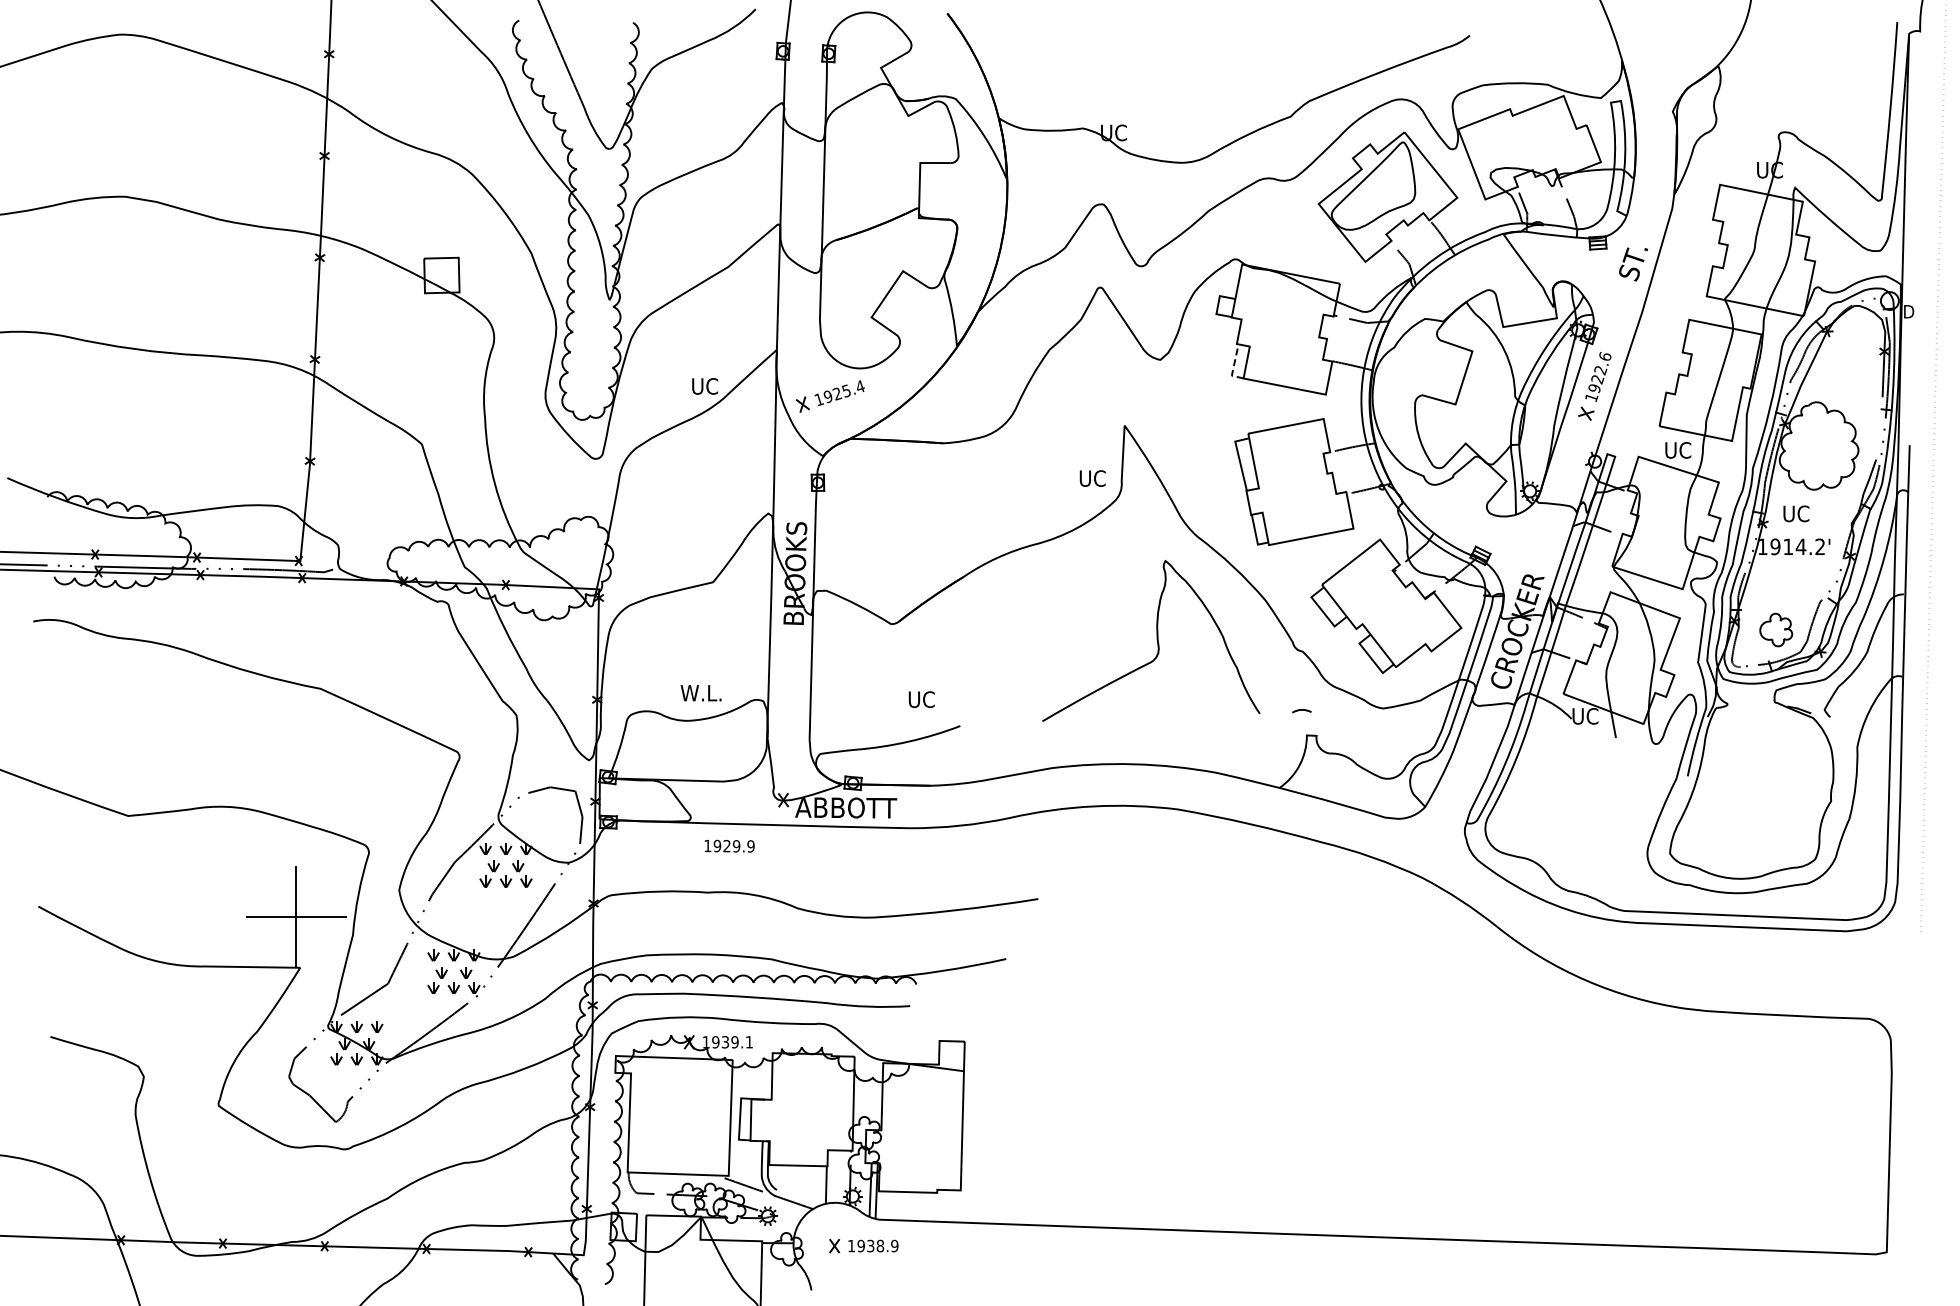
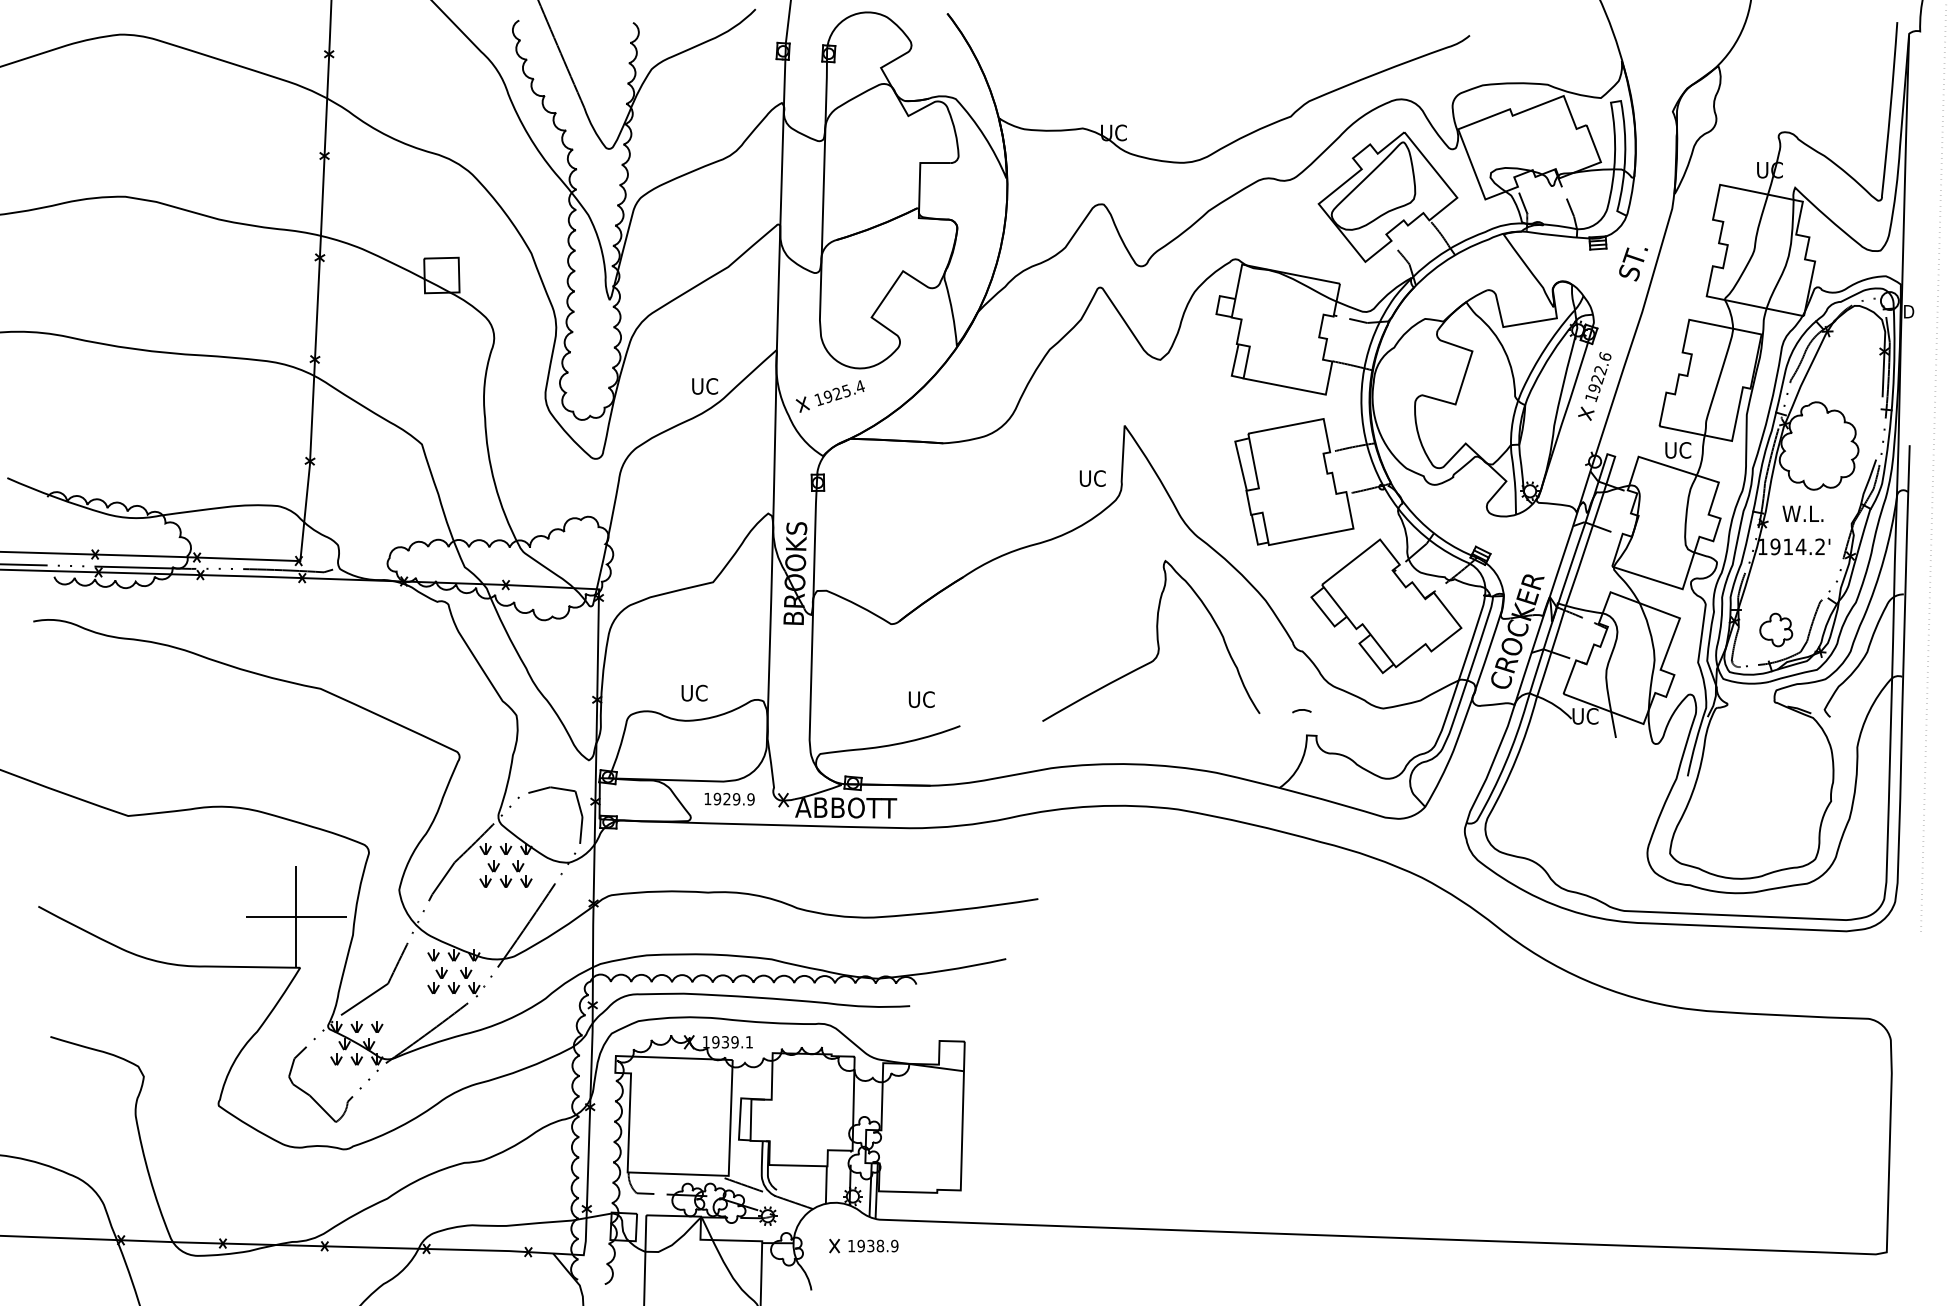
line at (1233, 366): dashed -> solid
text at (1802, 513): UC -> W.L.
text at (700, 692): W.L. -> UC
text at (729, 845) position: (729, 845) -> (729, 798)
